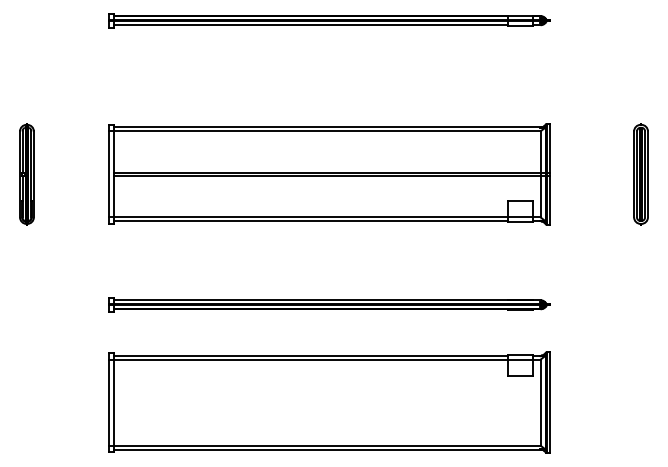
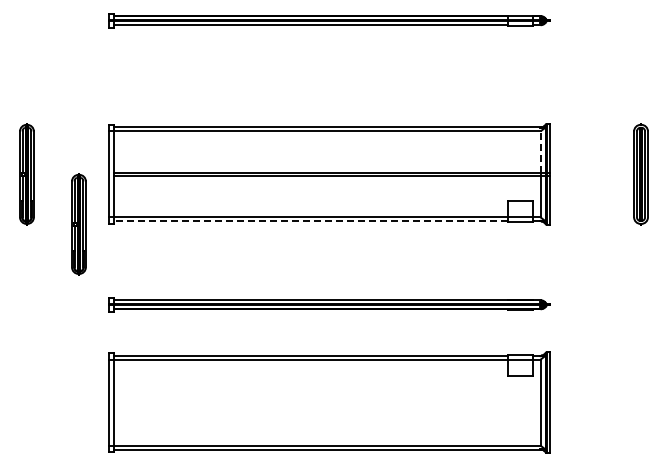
line at (540, 151): solid -> dashed
line at (310, 221): solid -> dashed
part at (78, 224): none -> present
